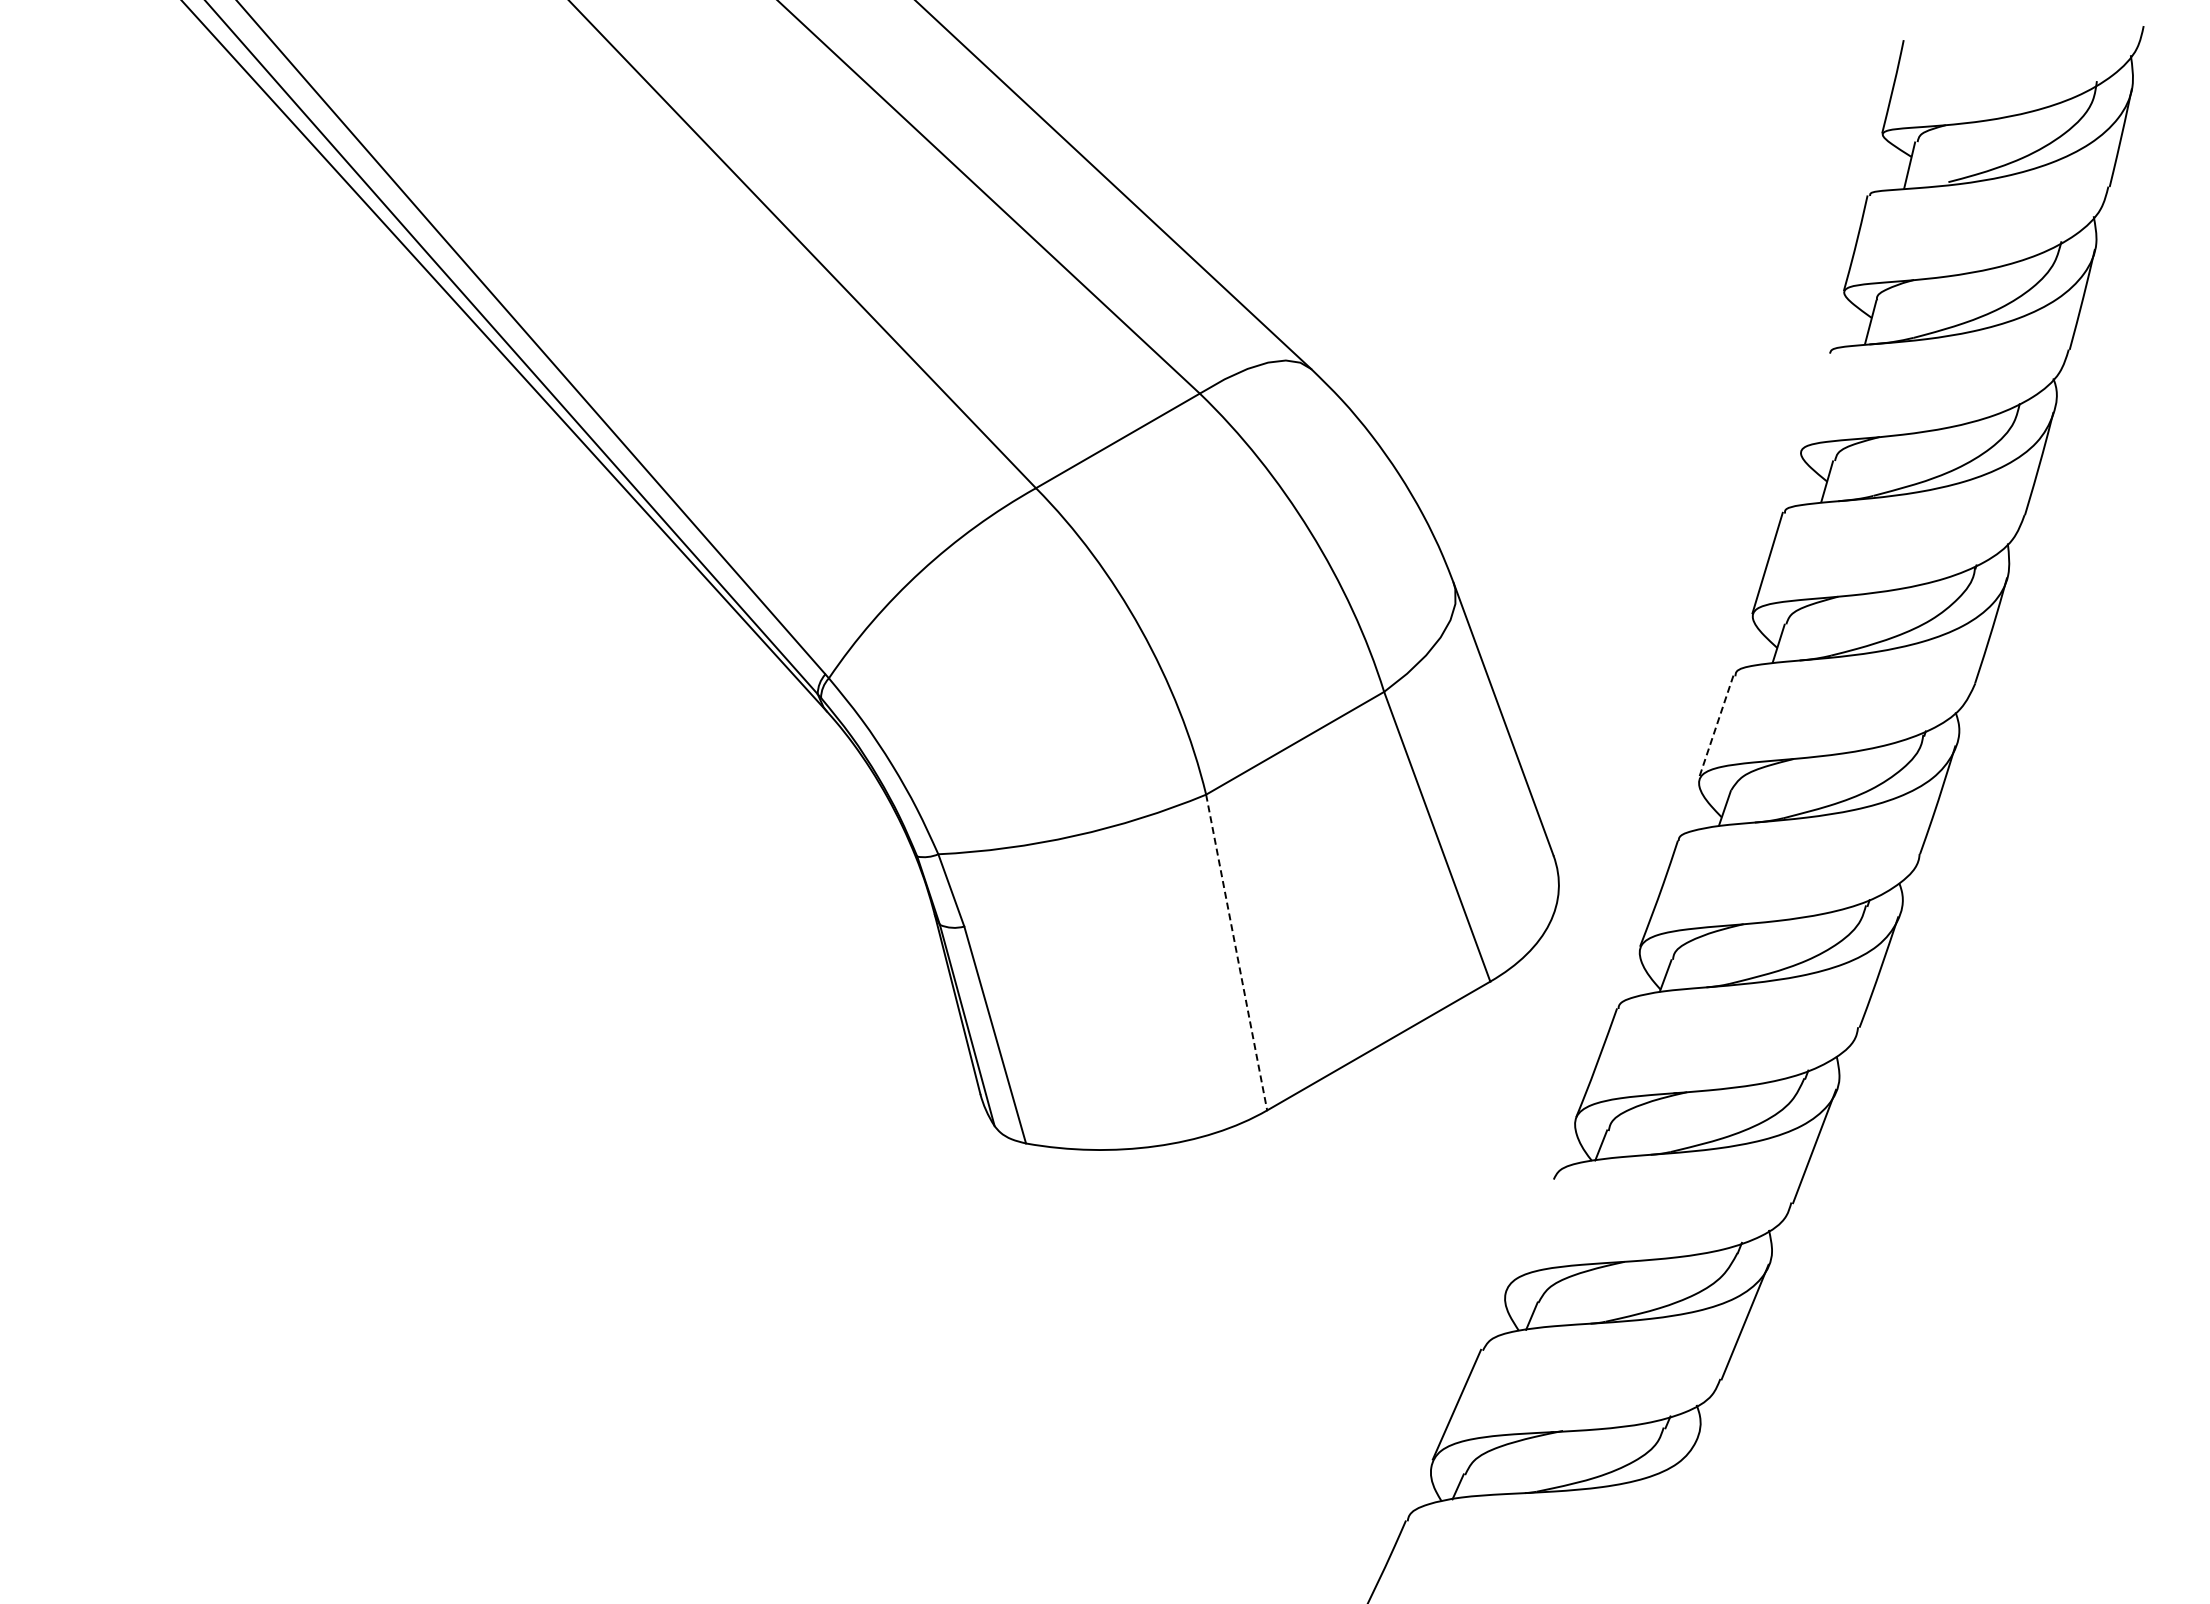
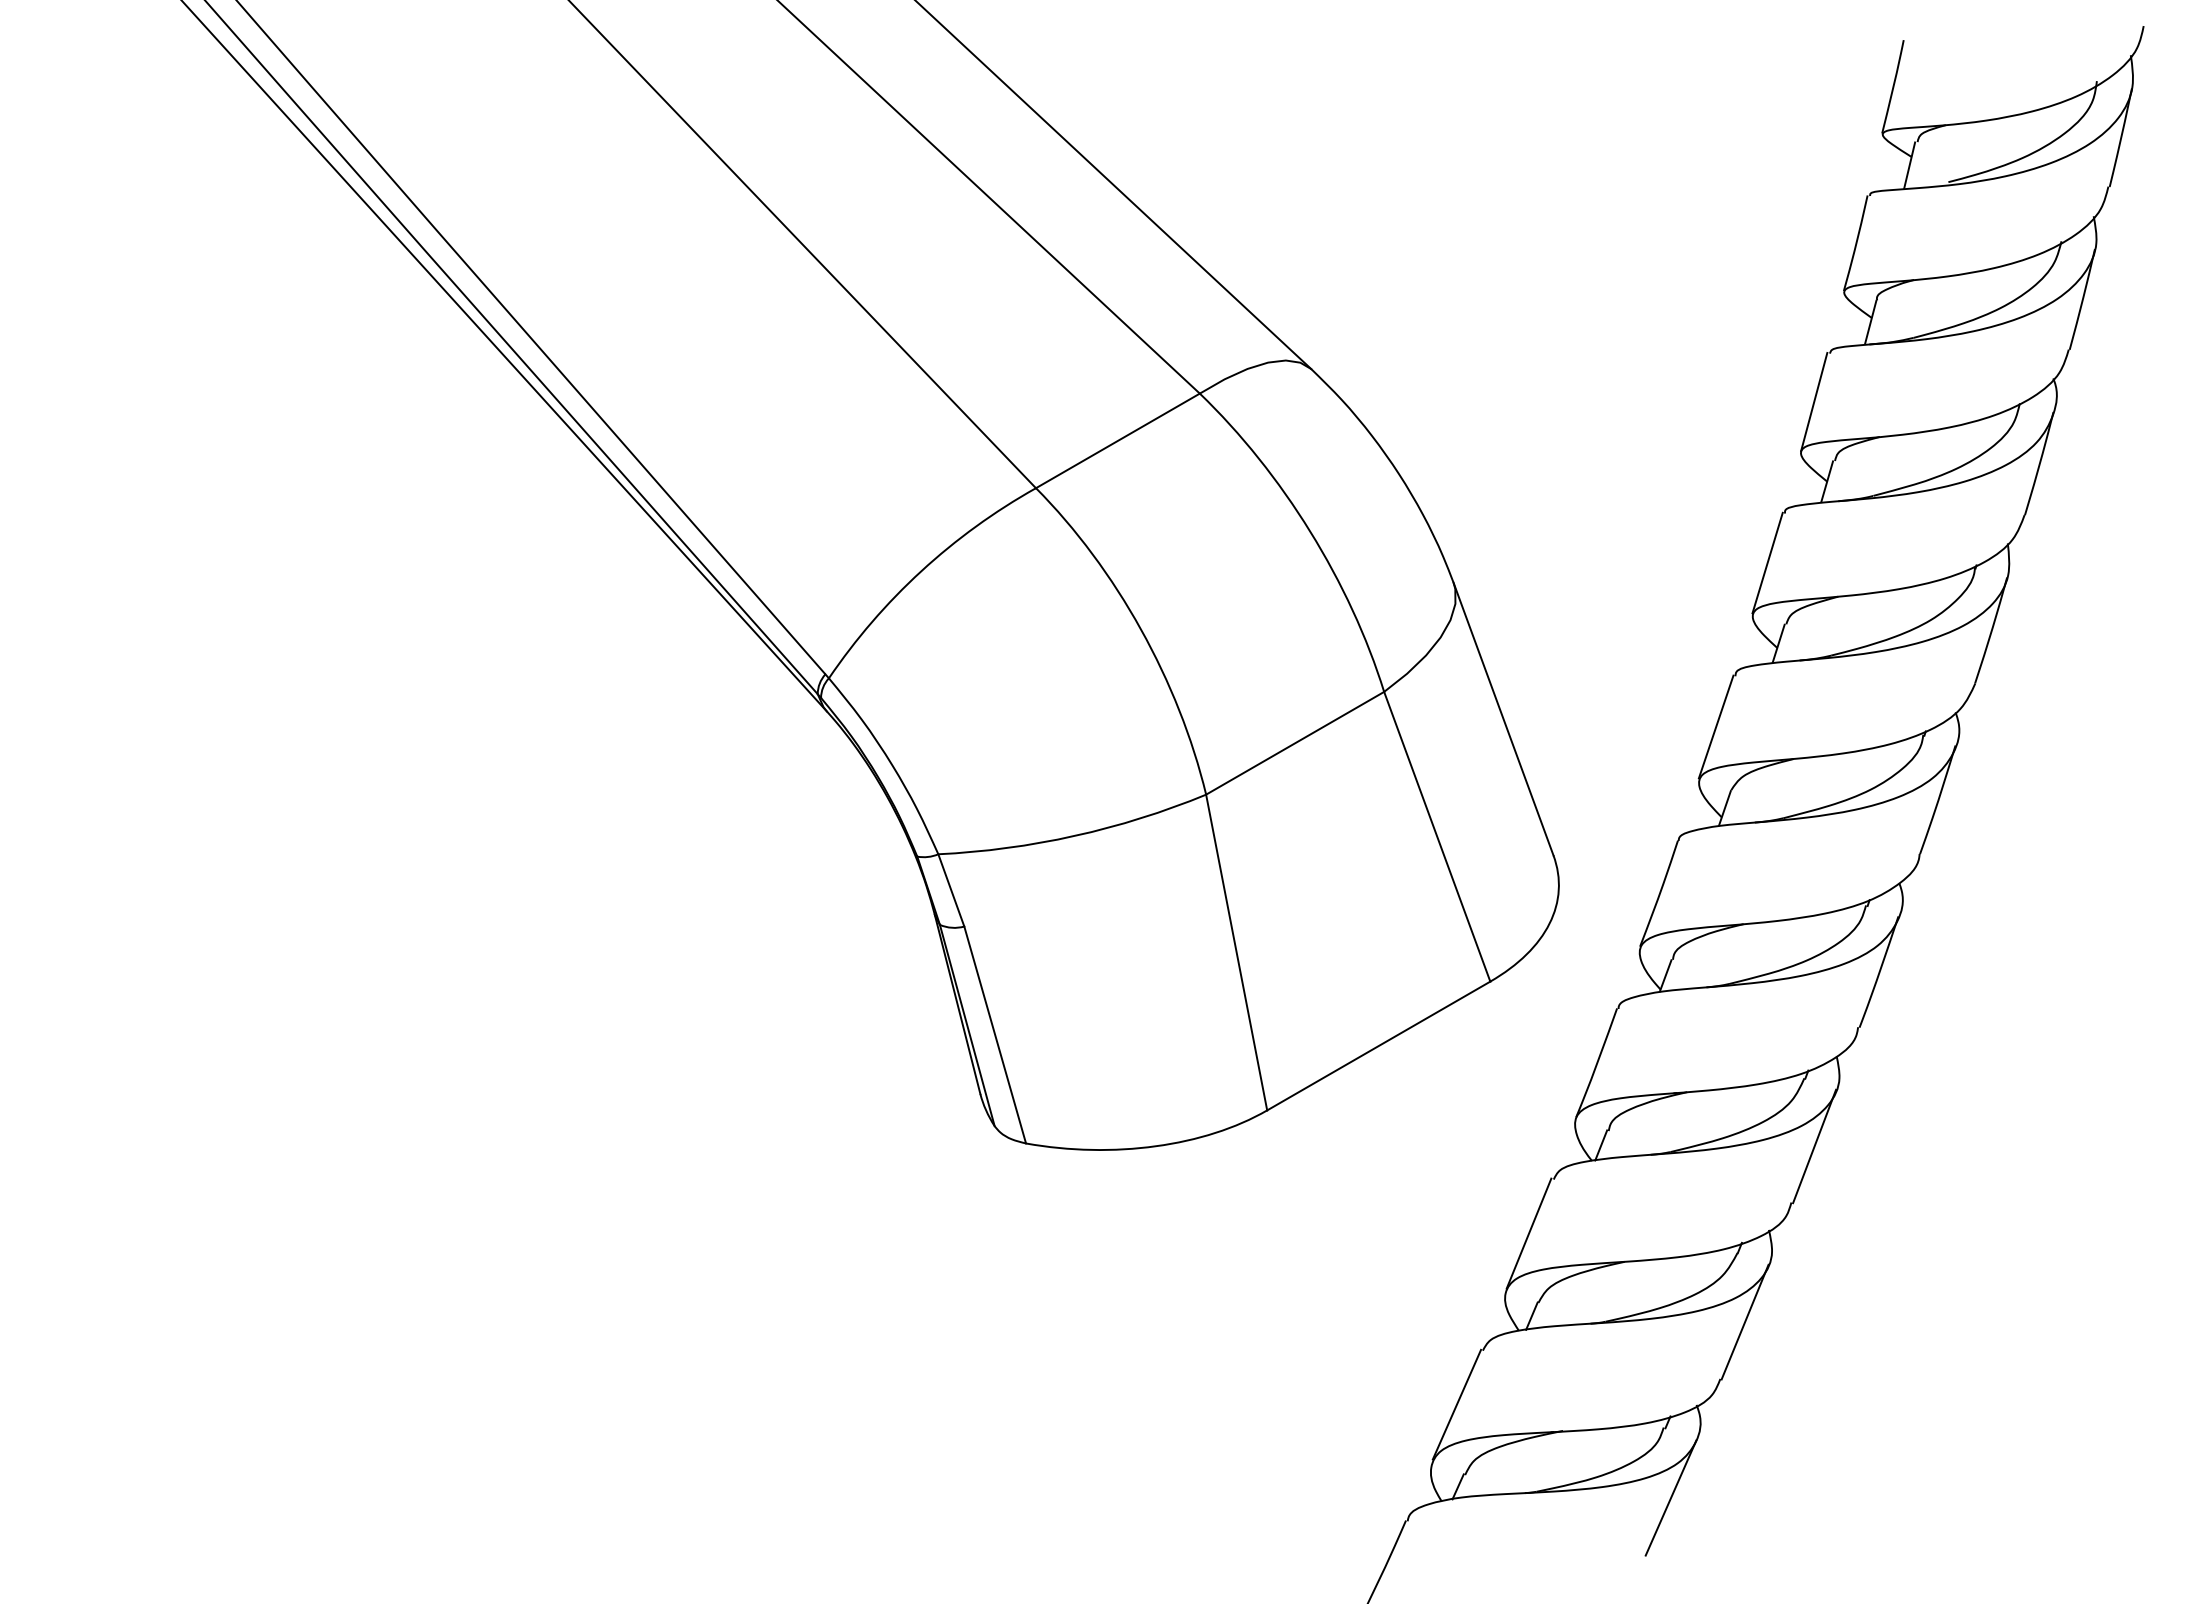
line at (1814, 401): none -> present
line at (1716, 727): dashed -> solid
line at (1236, 952): dashed -> solid
line at (1528, 1233): none -> present
line at (1670, 1497): none -> present
